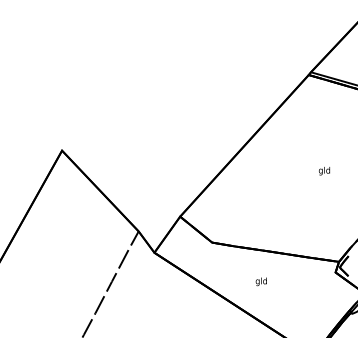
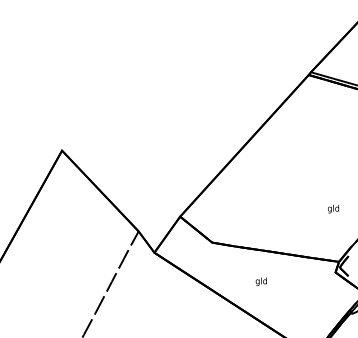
text at (324, 171) position: (324, 171) -> (333, 209)
